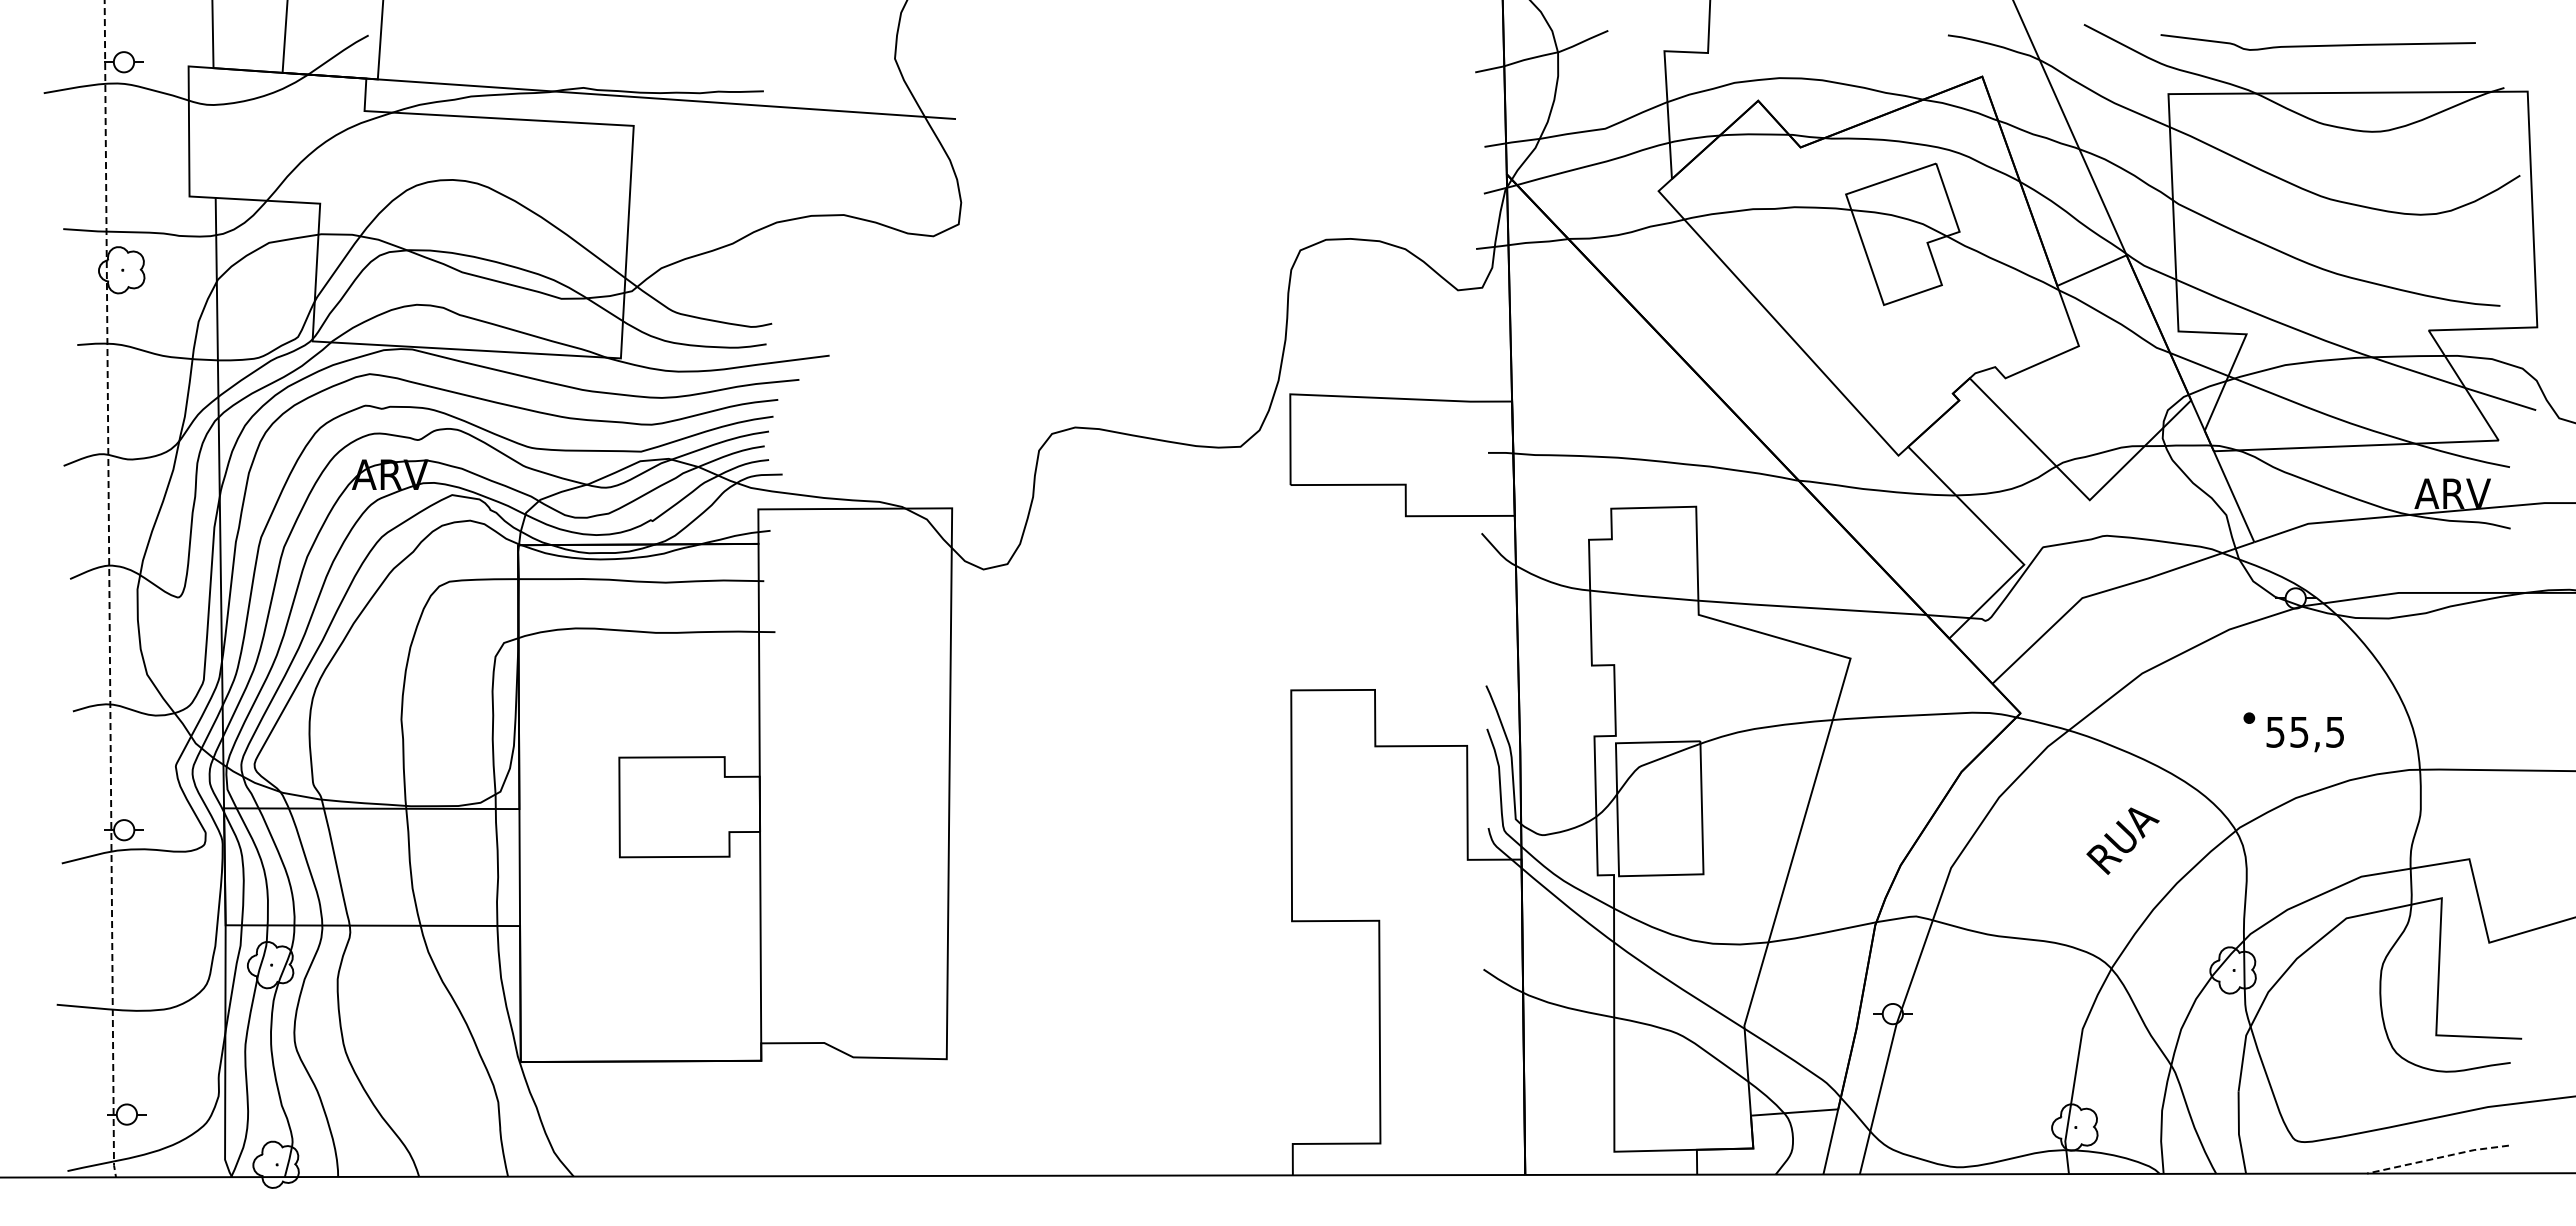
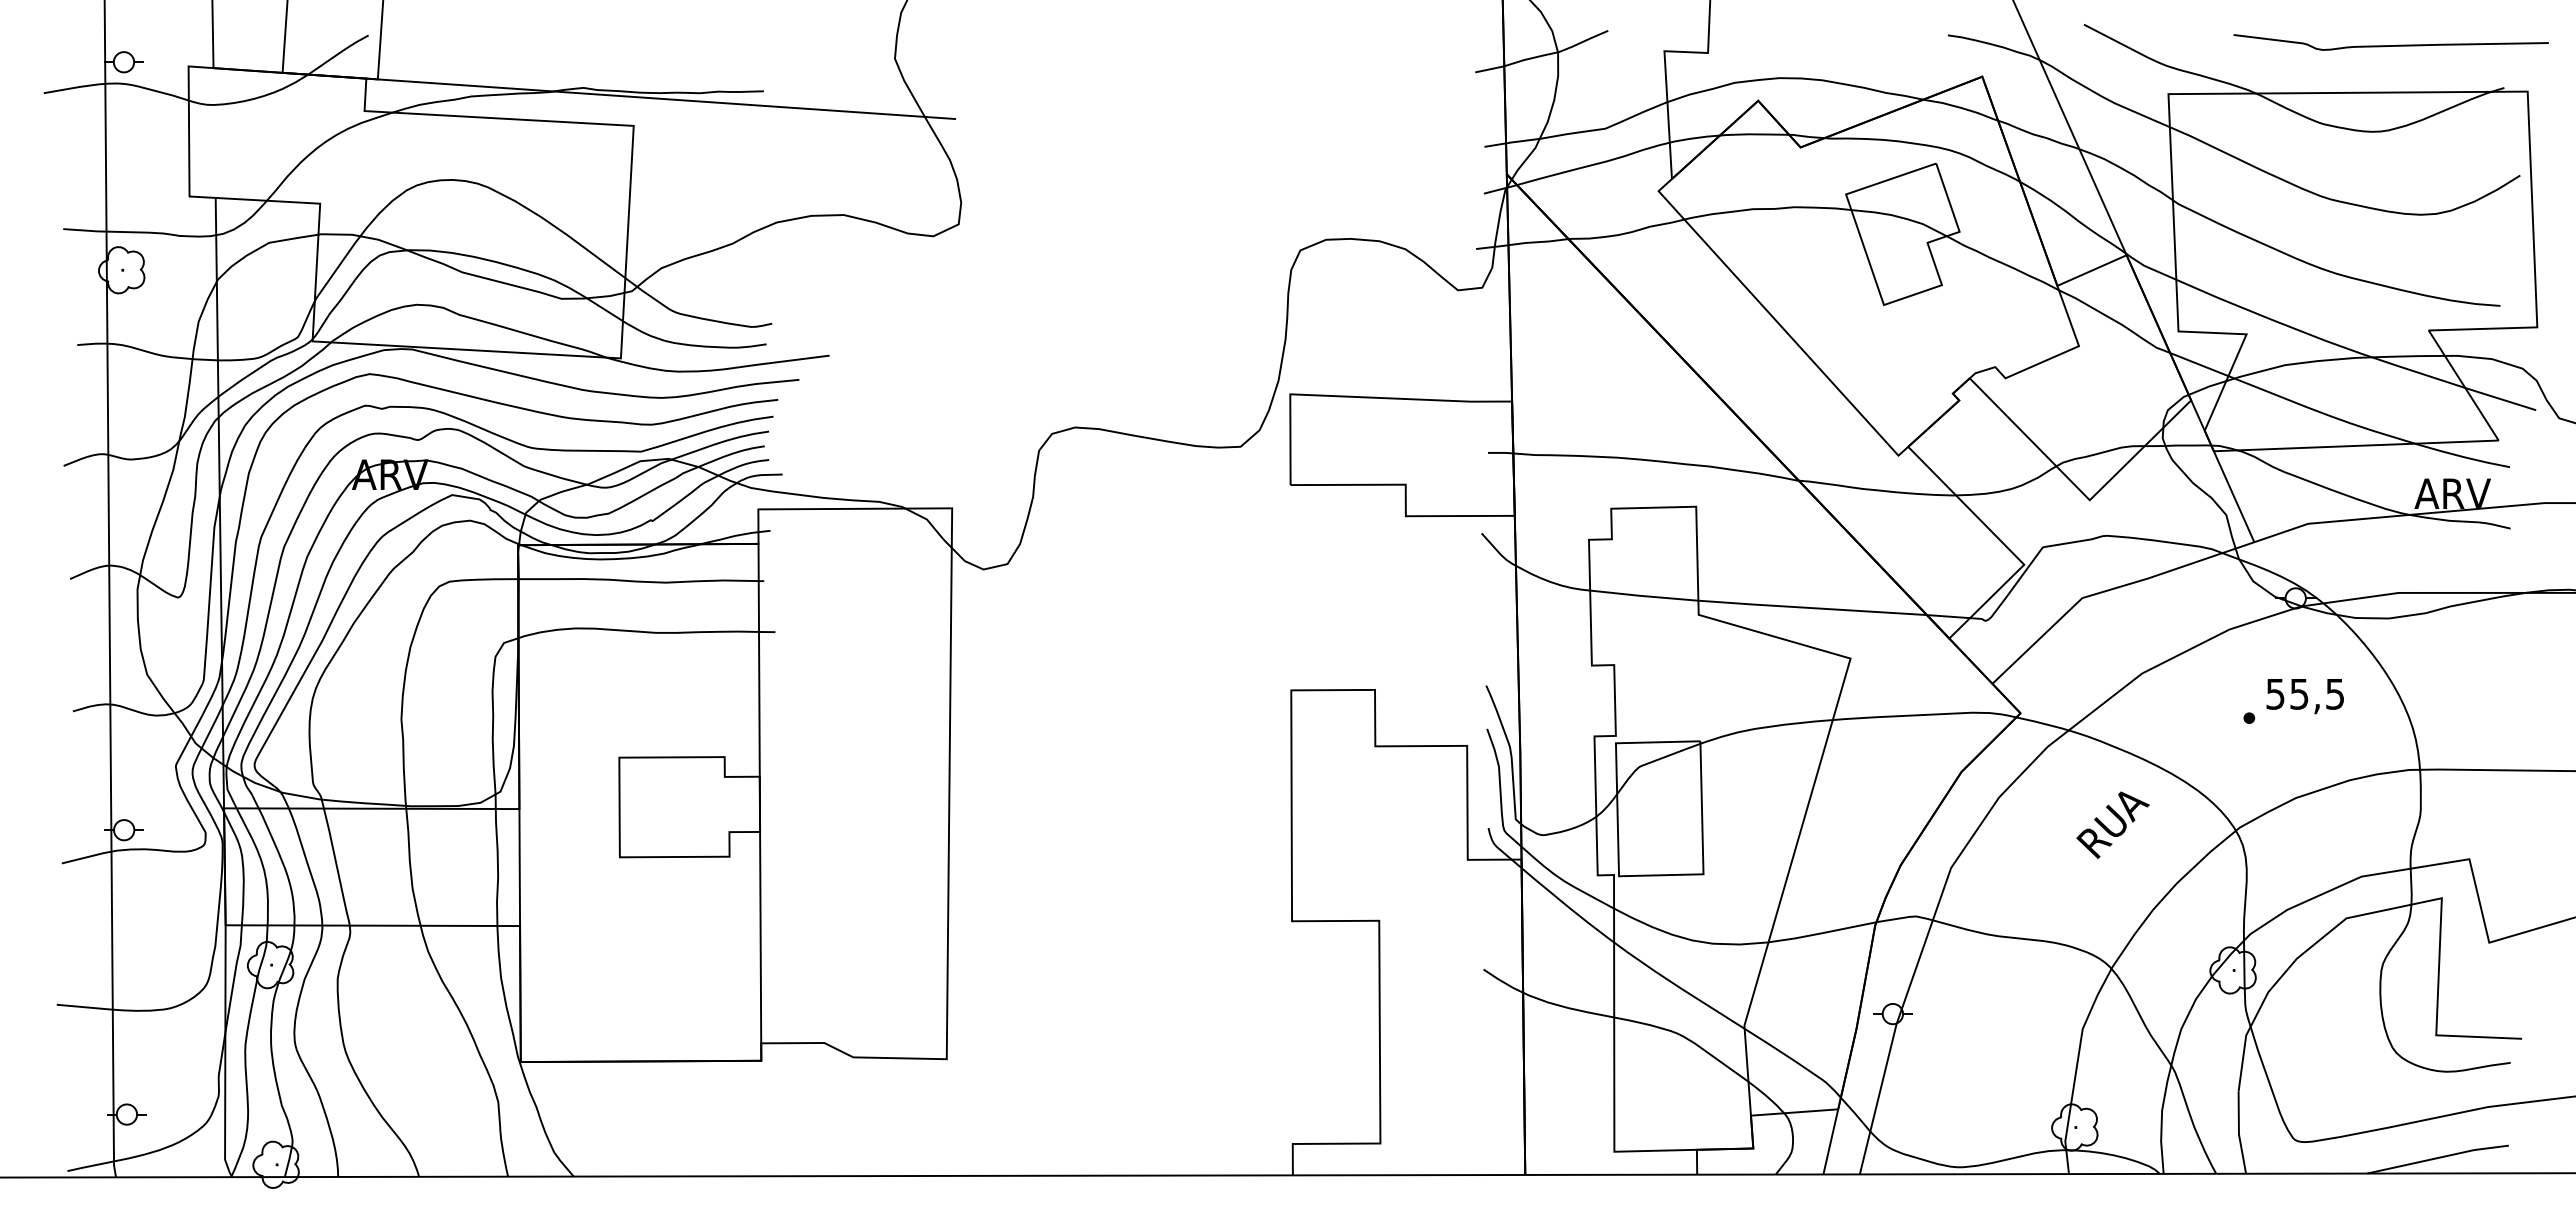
curve at (2317, 45) position: (2317, 45) -> (2390, 45)
line at (109, 590): dashed -> solid
text at (2304, 734) position: (2304, 734) -> (2304, 696)
text at (2122, 840) position: (2122, 840) -> (2112, 824)
line at (2438, 1157): dashed -> solid
